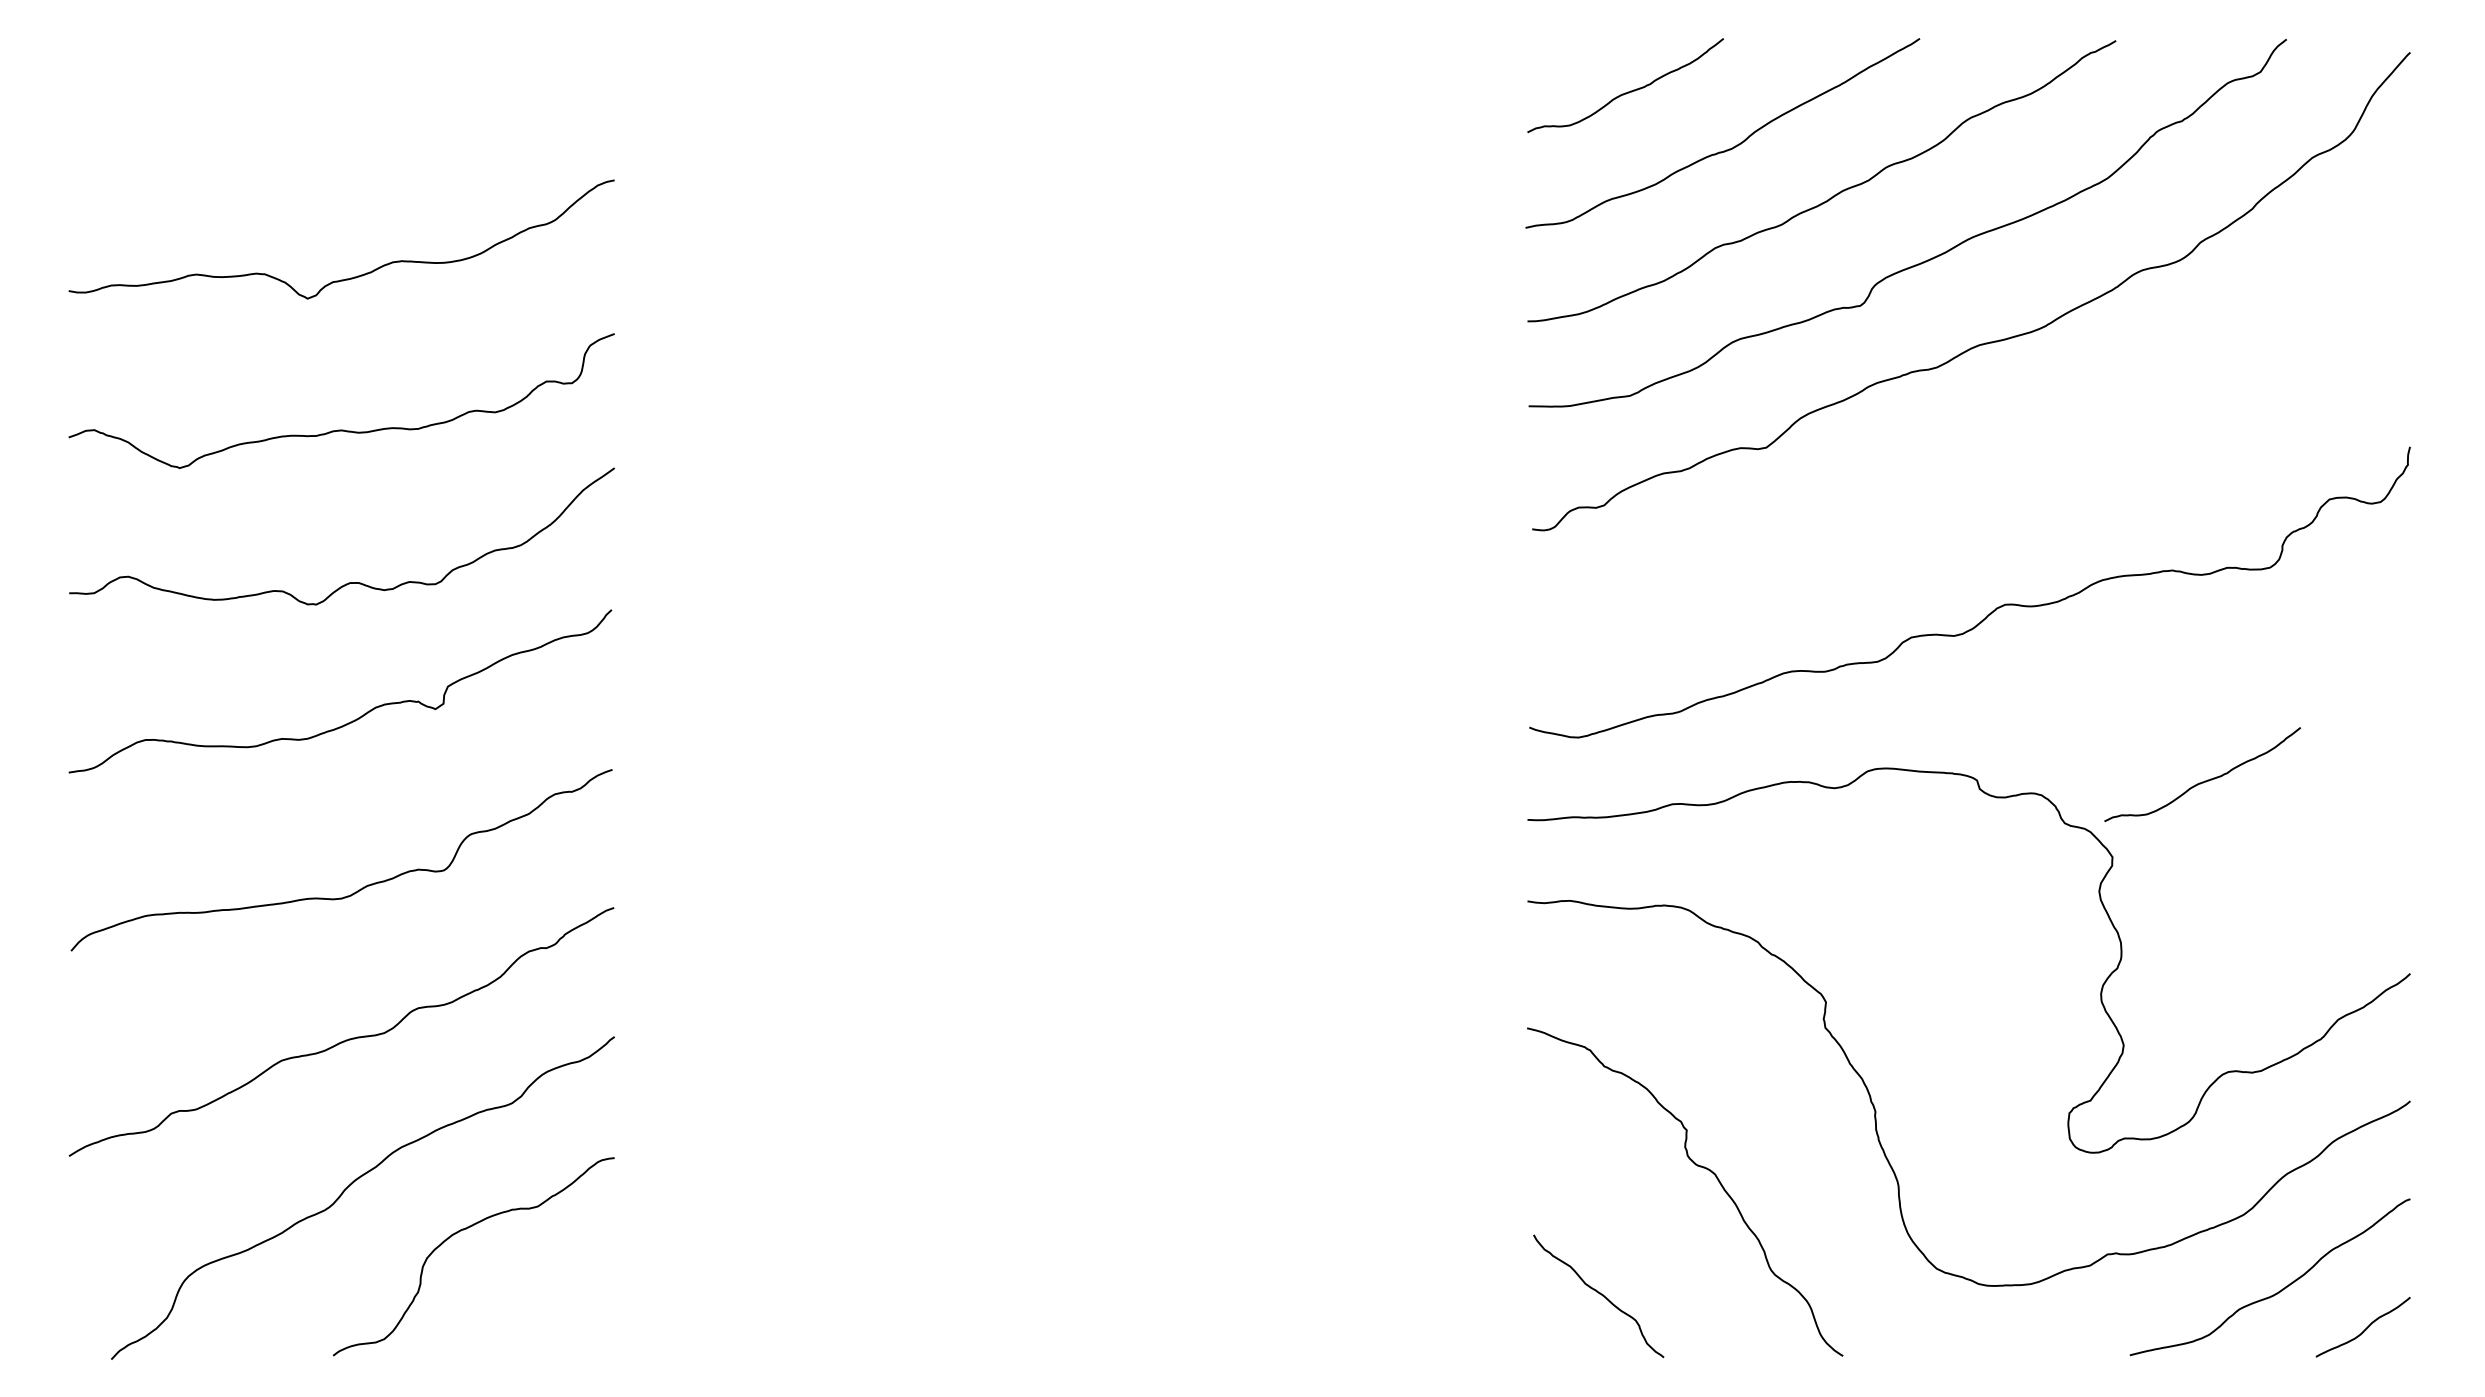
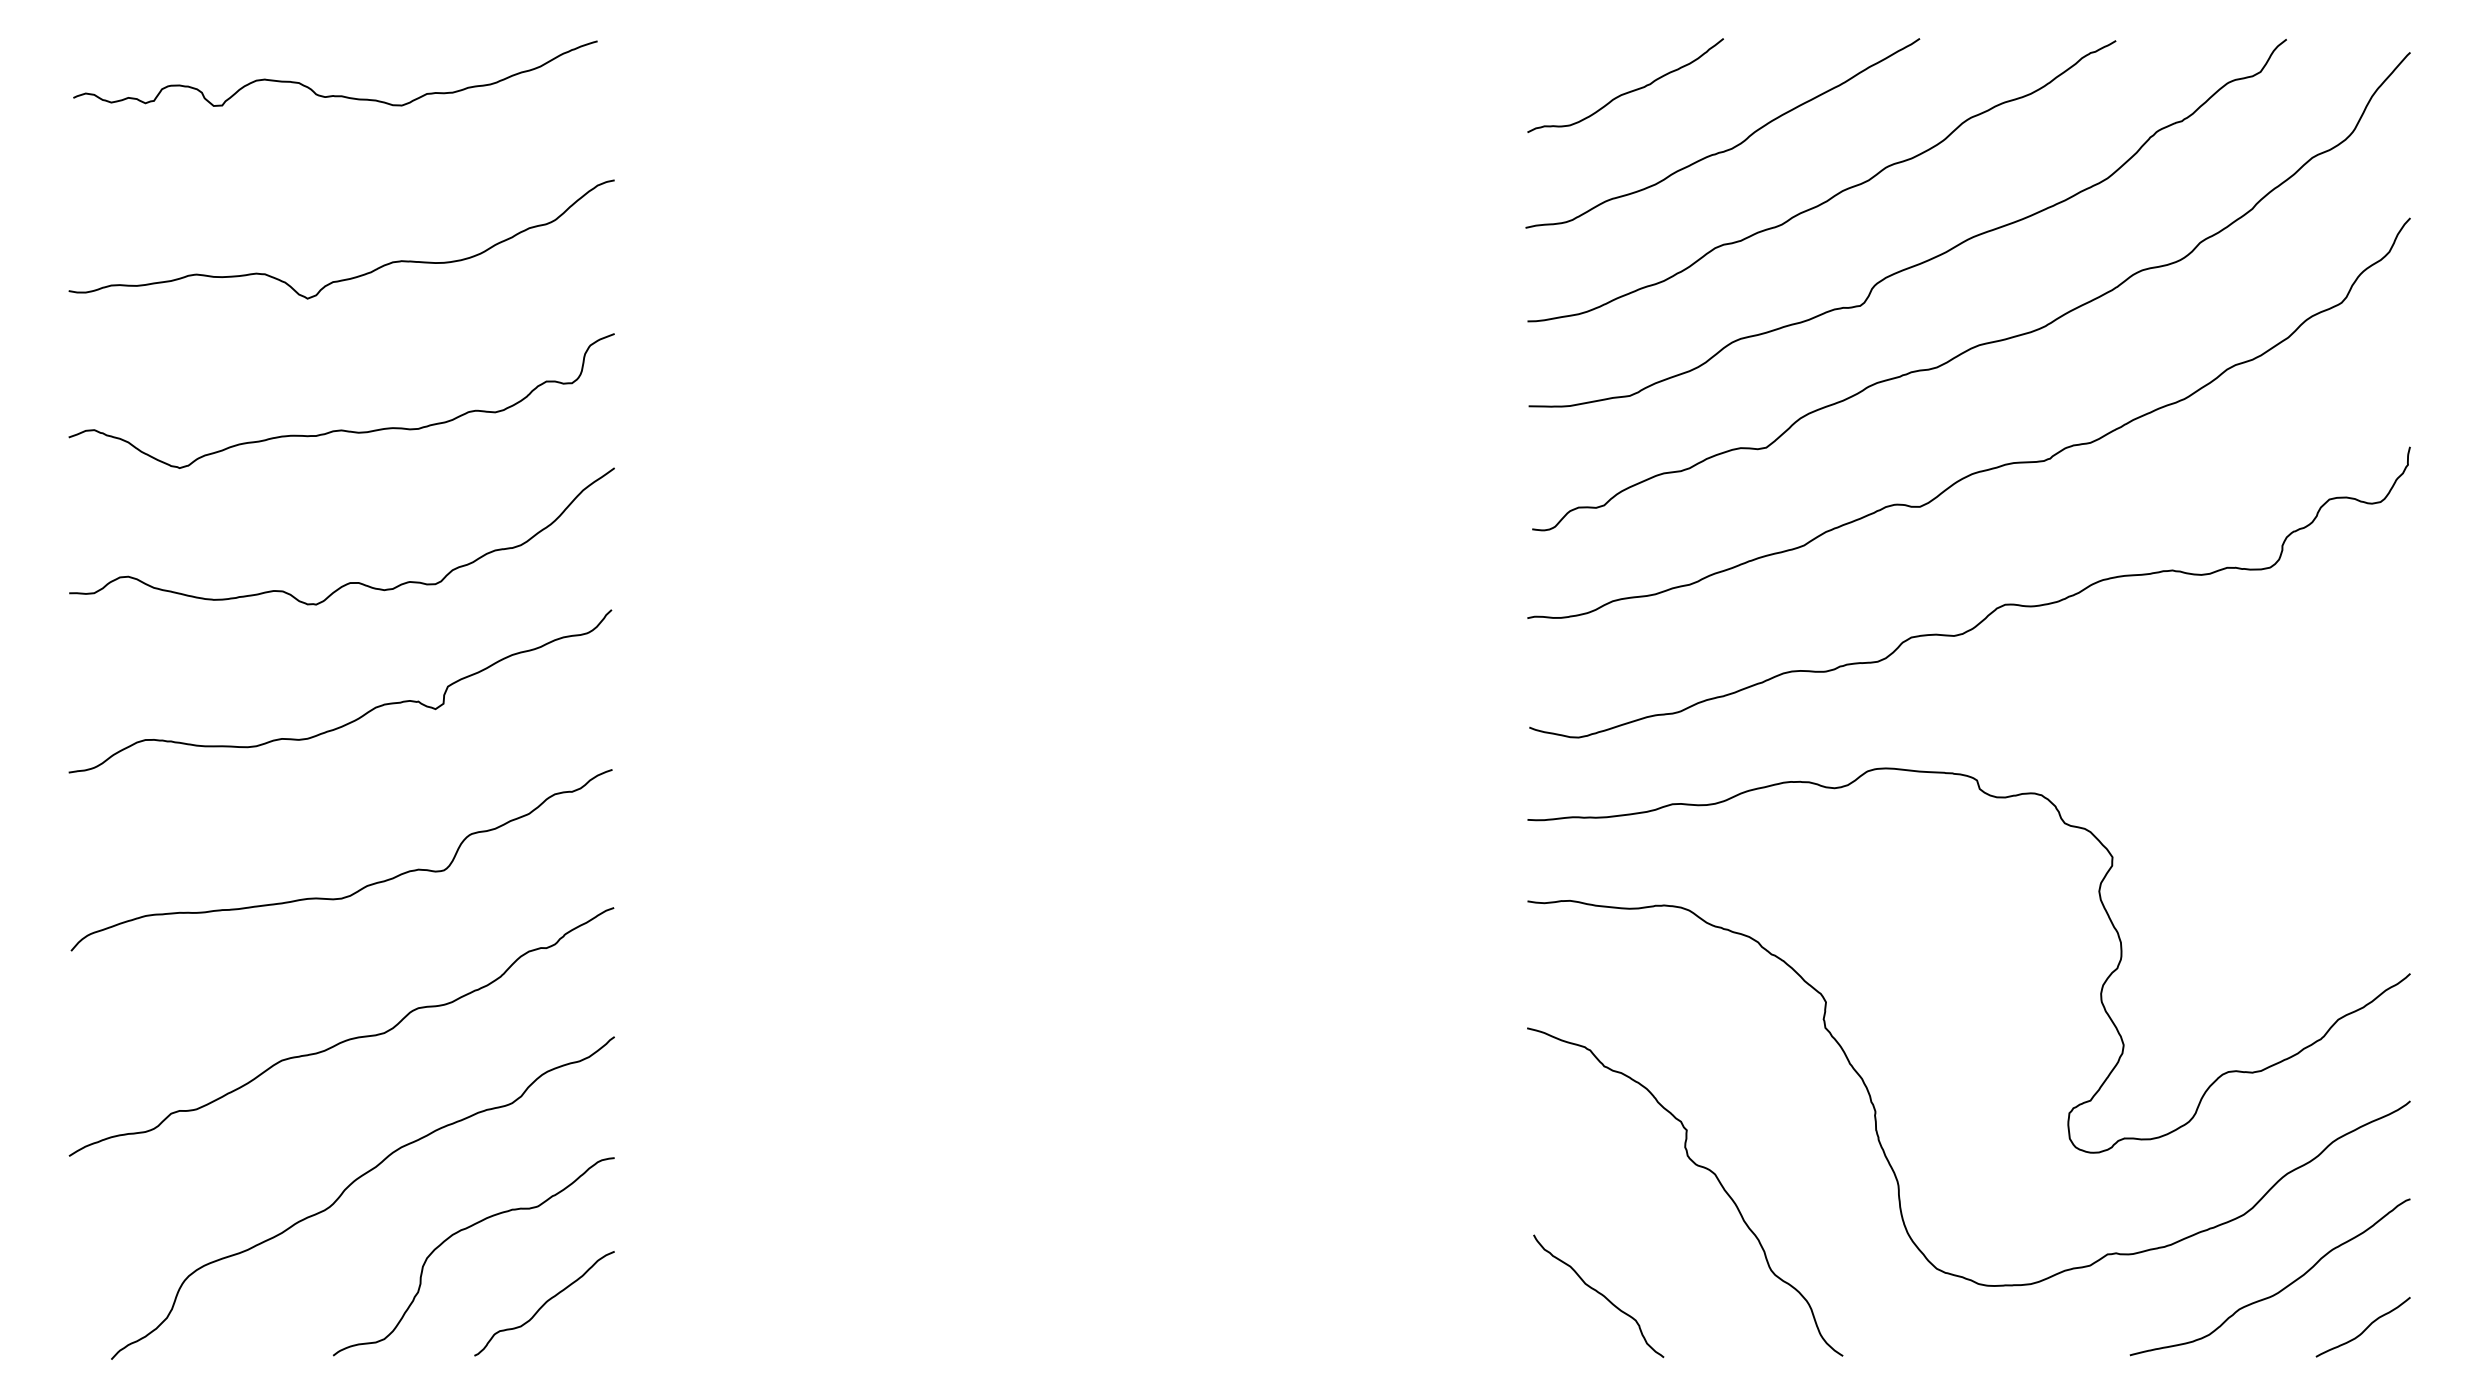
curve at (335, 95): none -> present
curve at (1979, 470): none -> present
curve at (2204, 780): present -> none
curve at (544, 1303): none -> present
